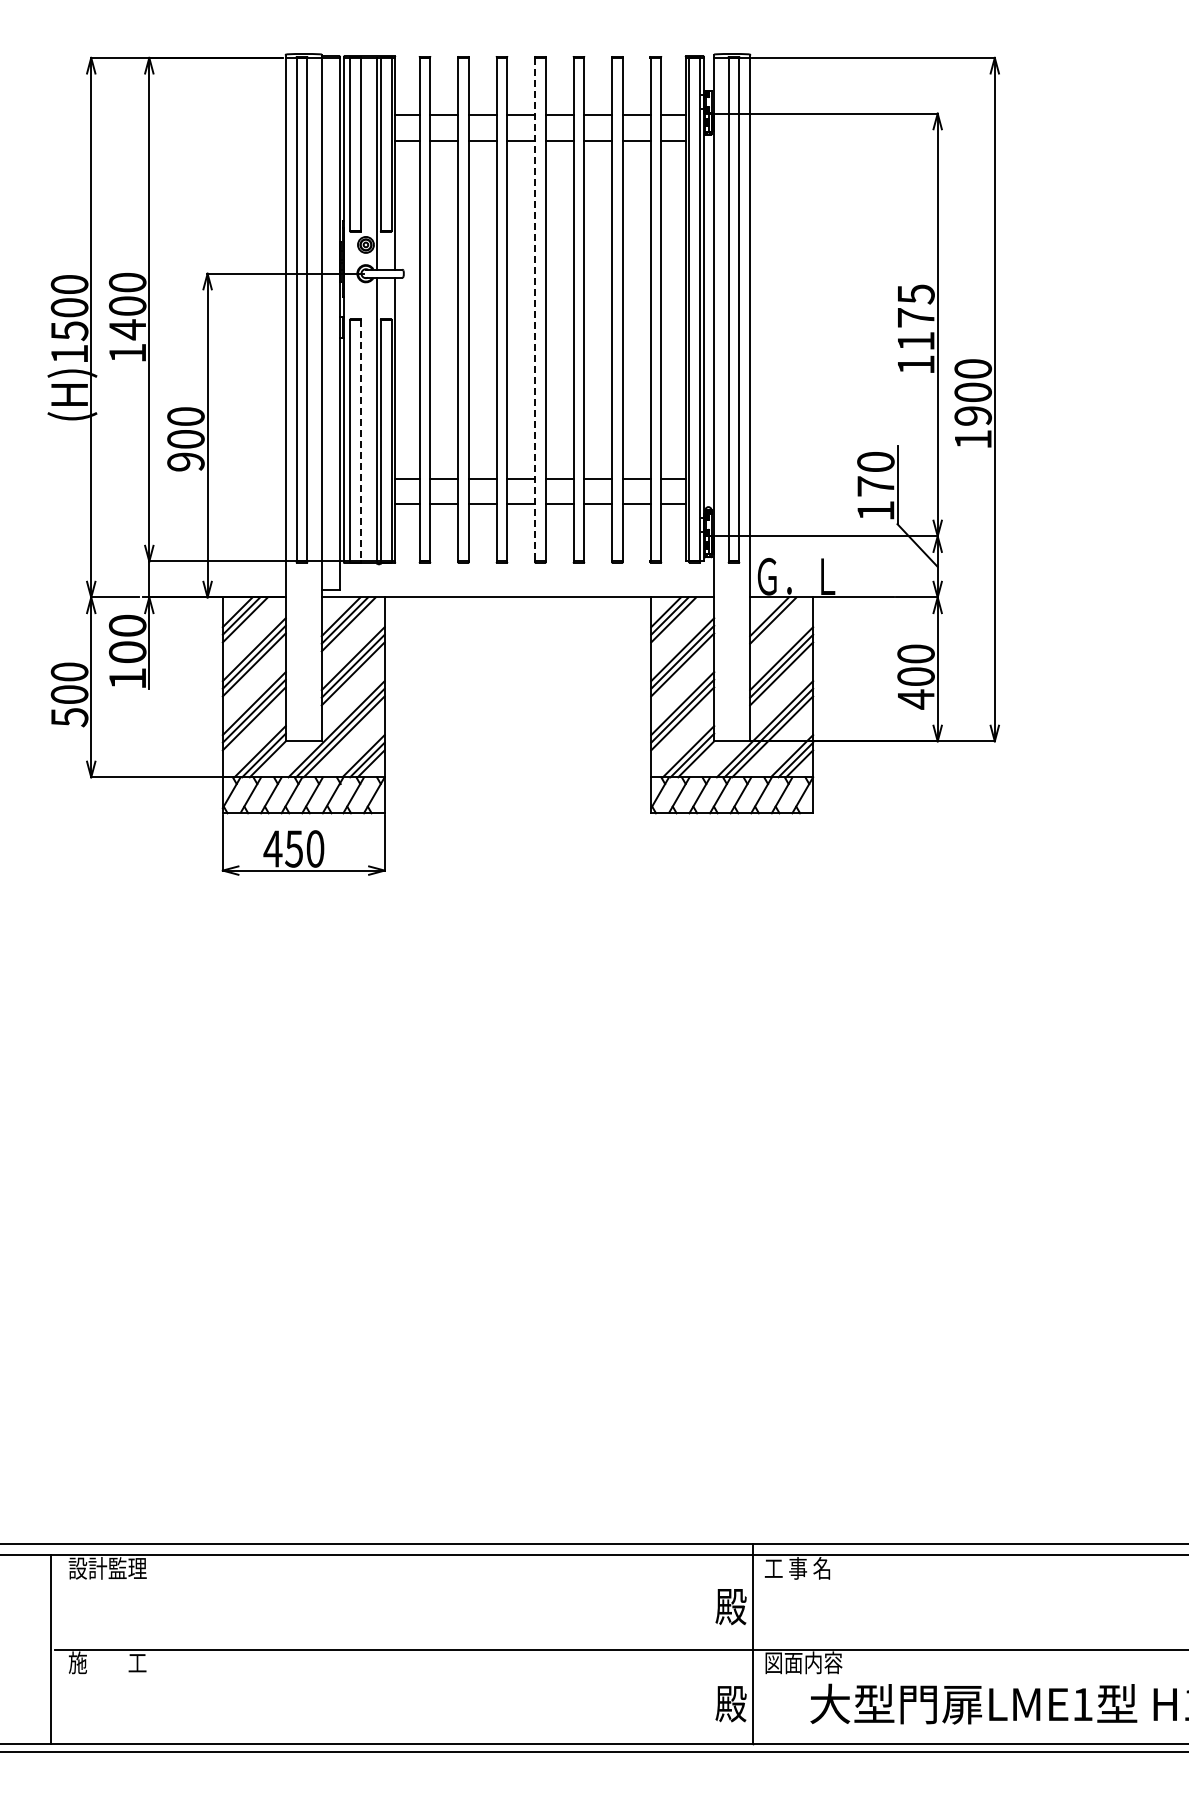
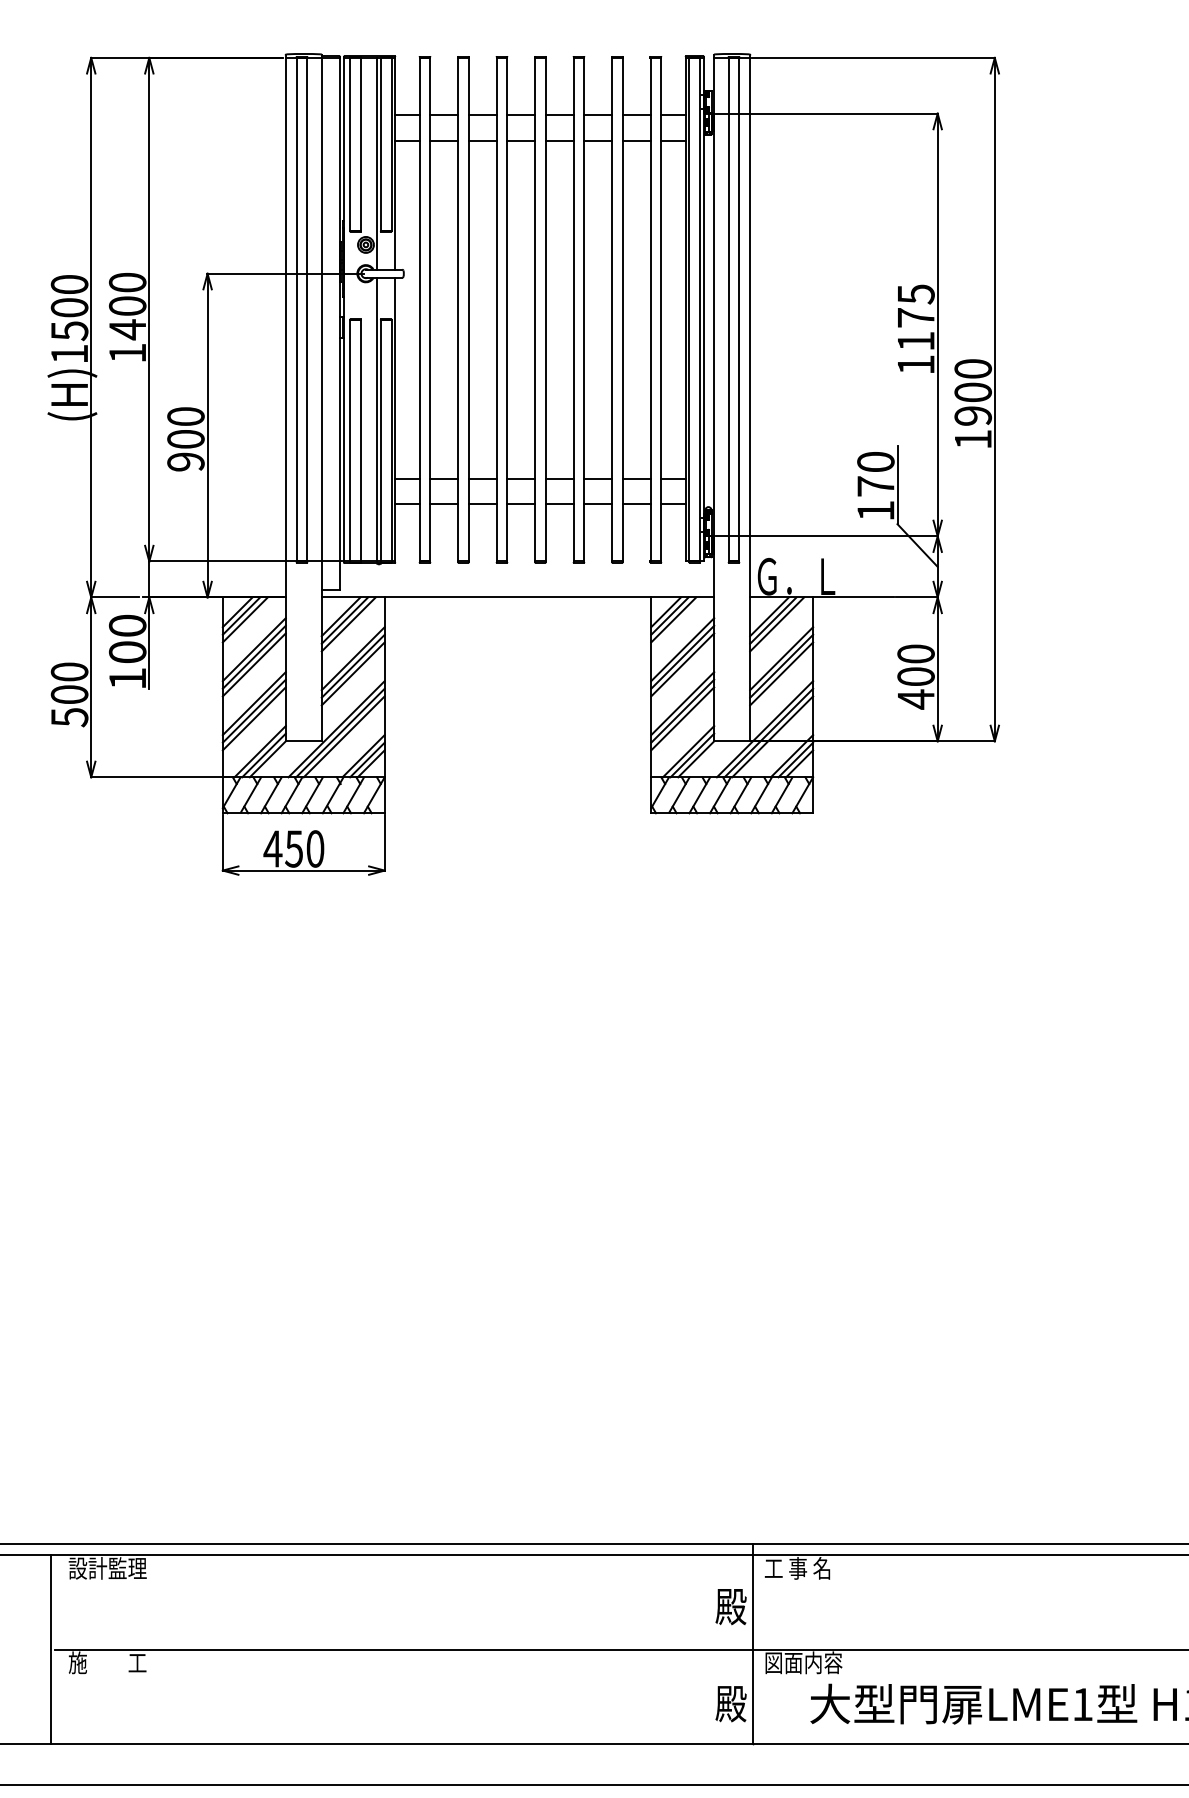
line at (535, 309): dashed -> solid
line at (360, 440): dashed -> solid
line at (777, 624): none -> present
line at (593, 1751) position: (593, 1751) -> (593, 1784)
